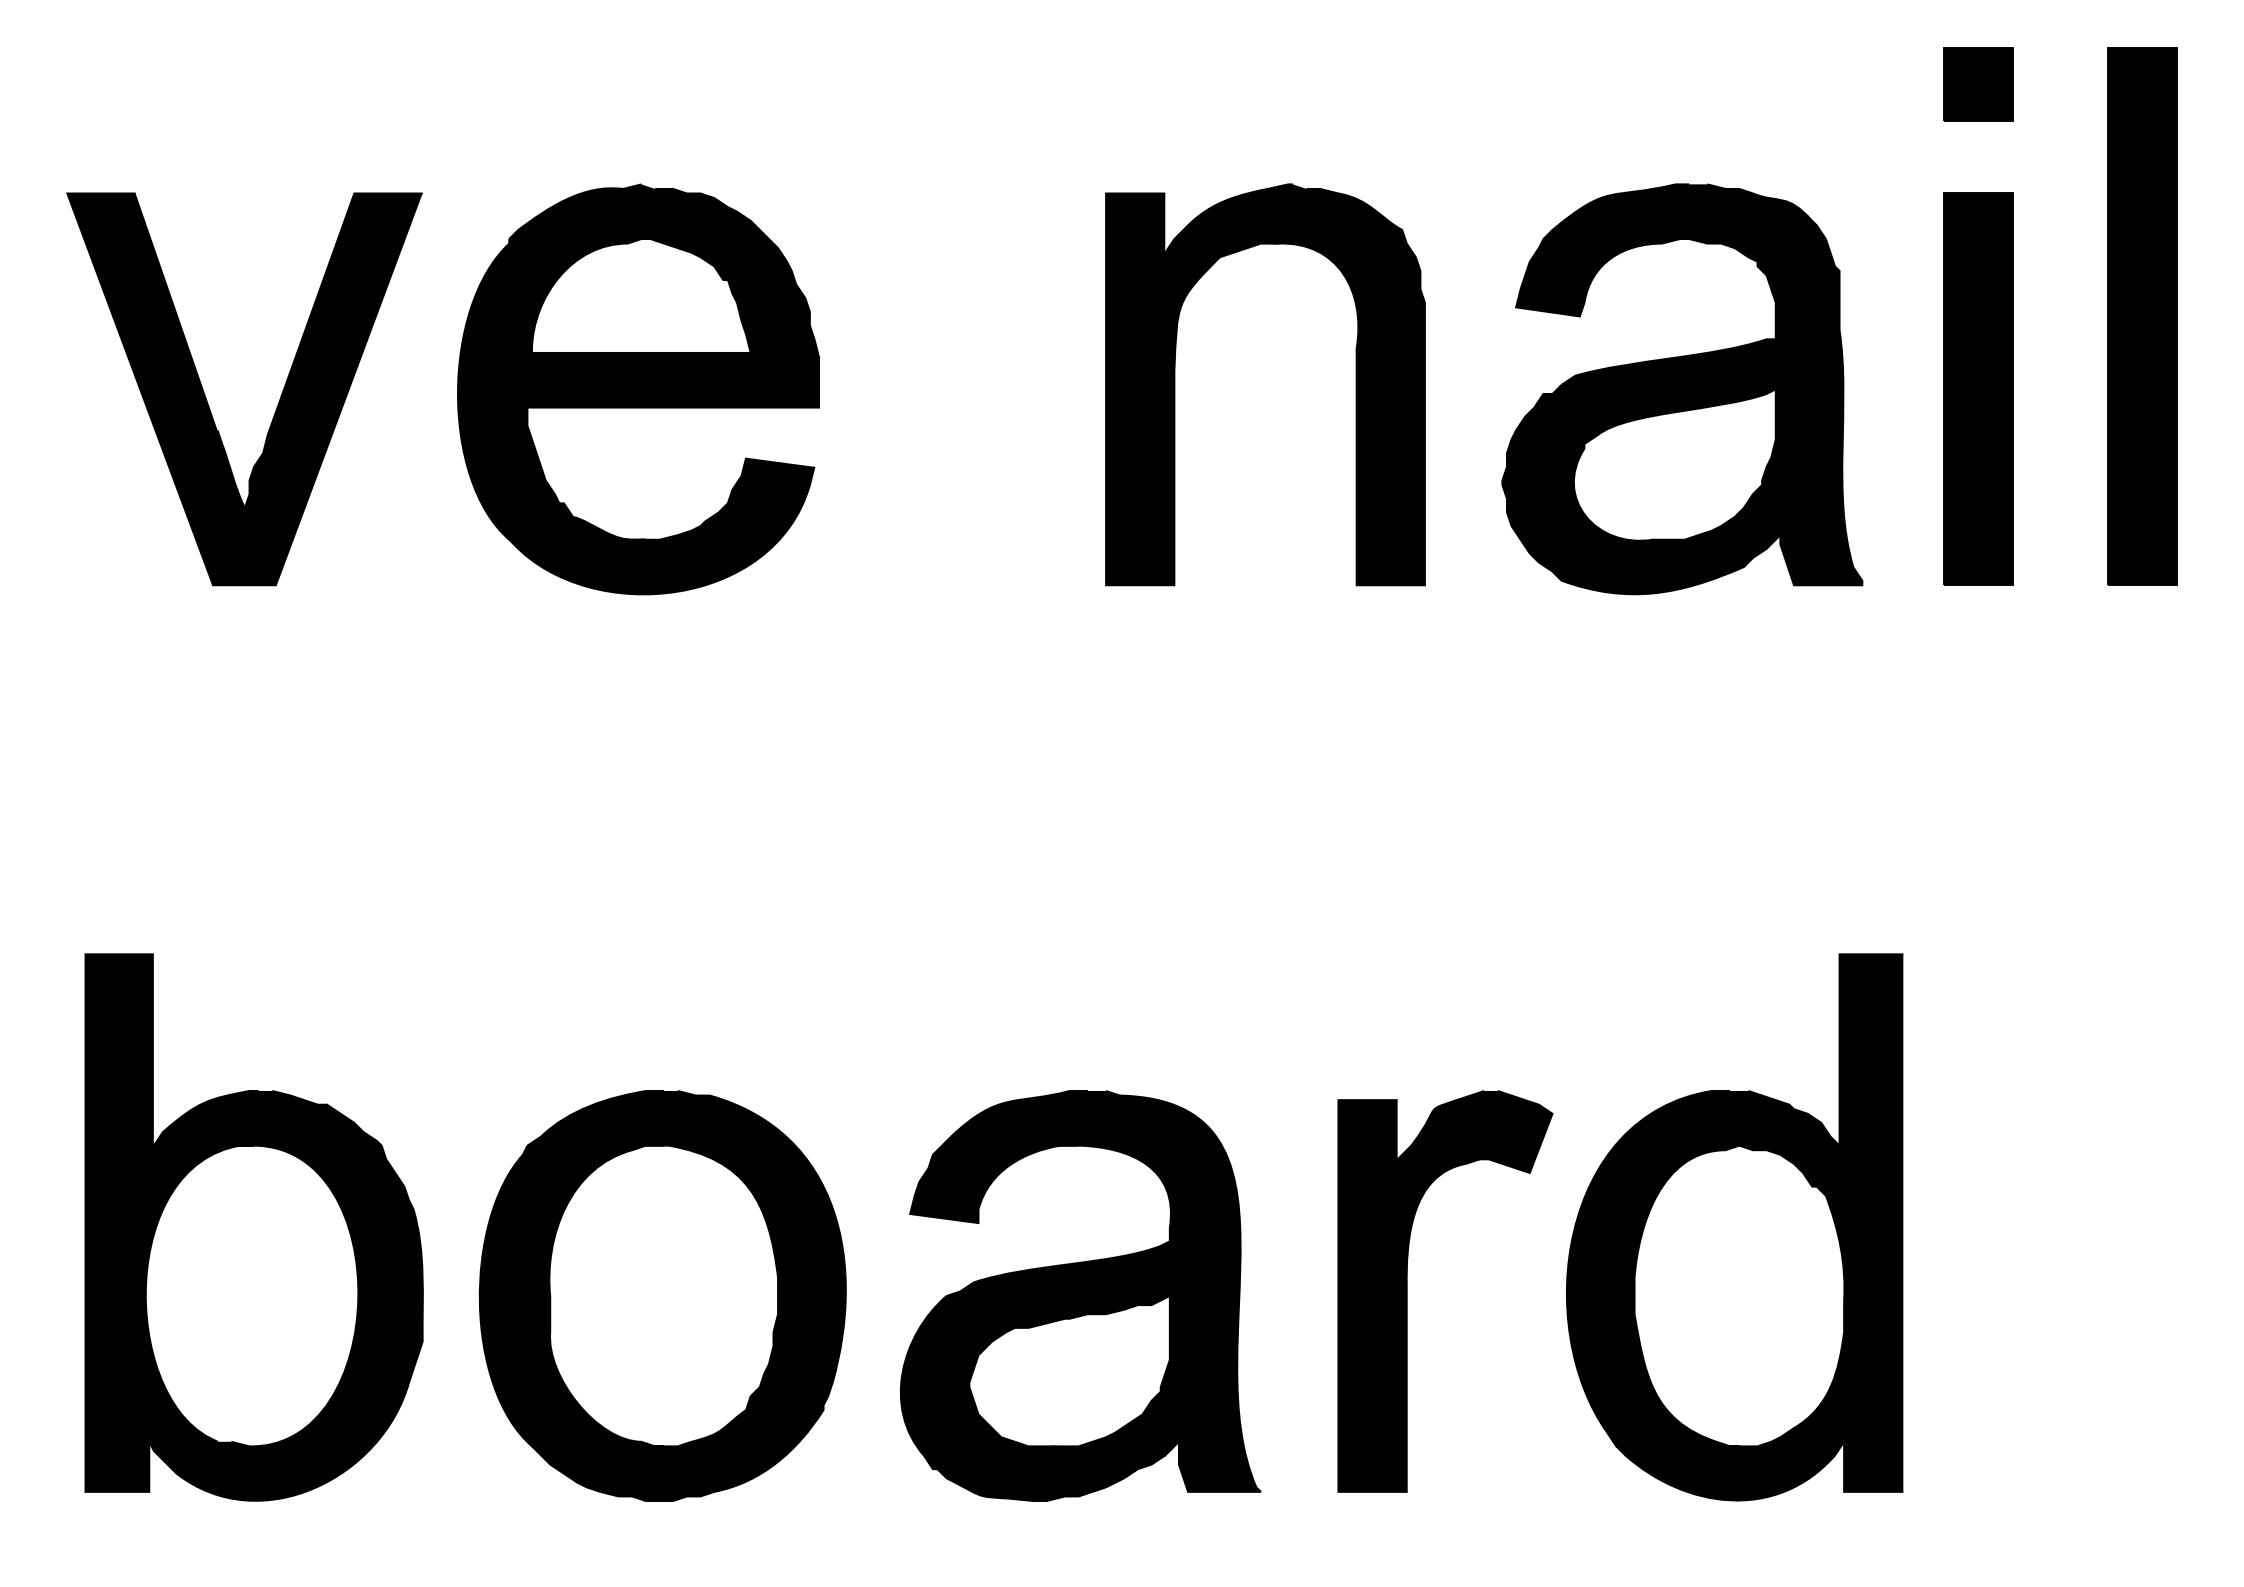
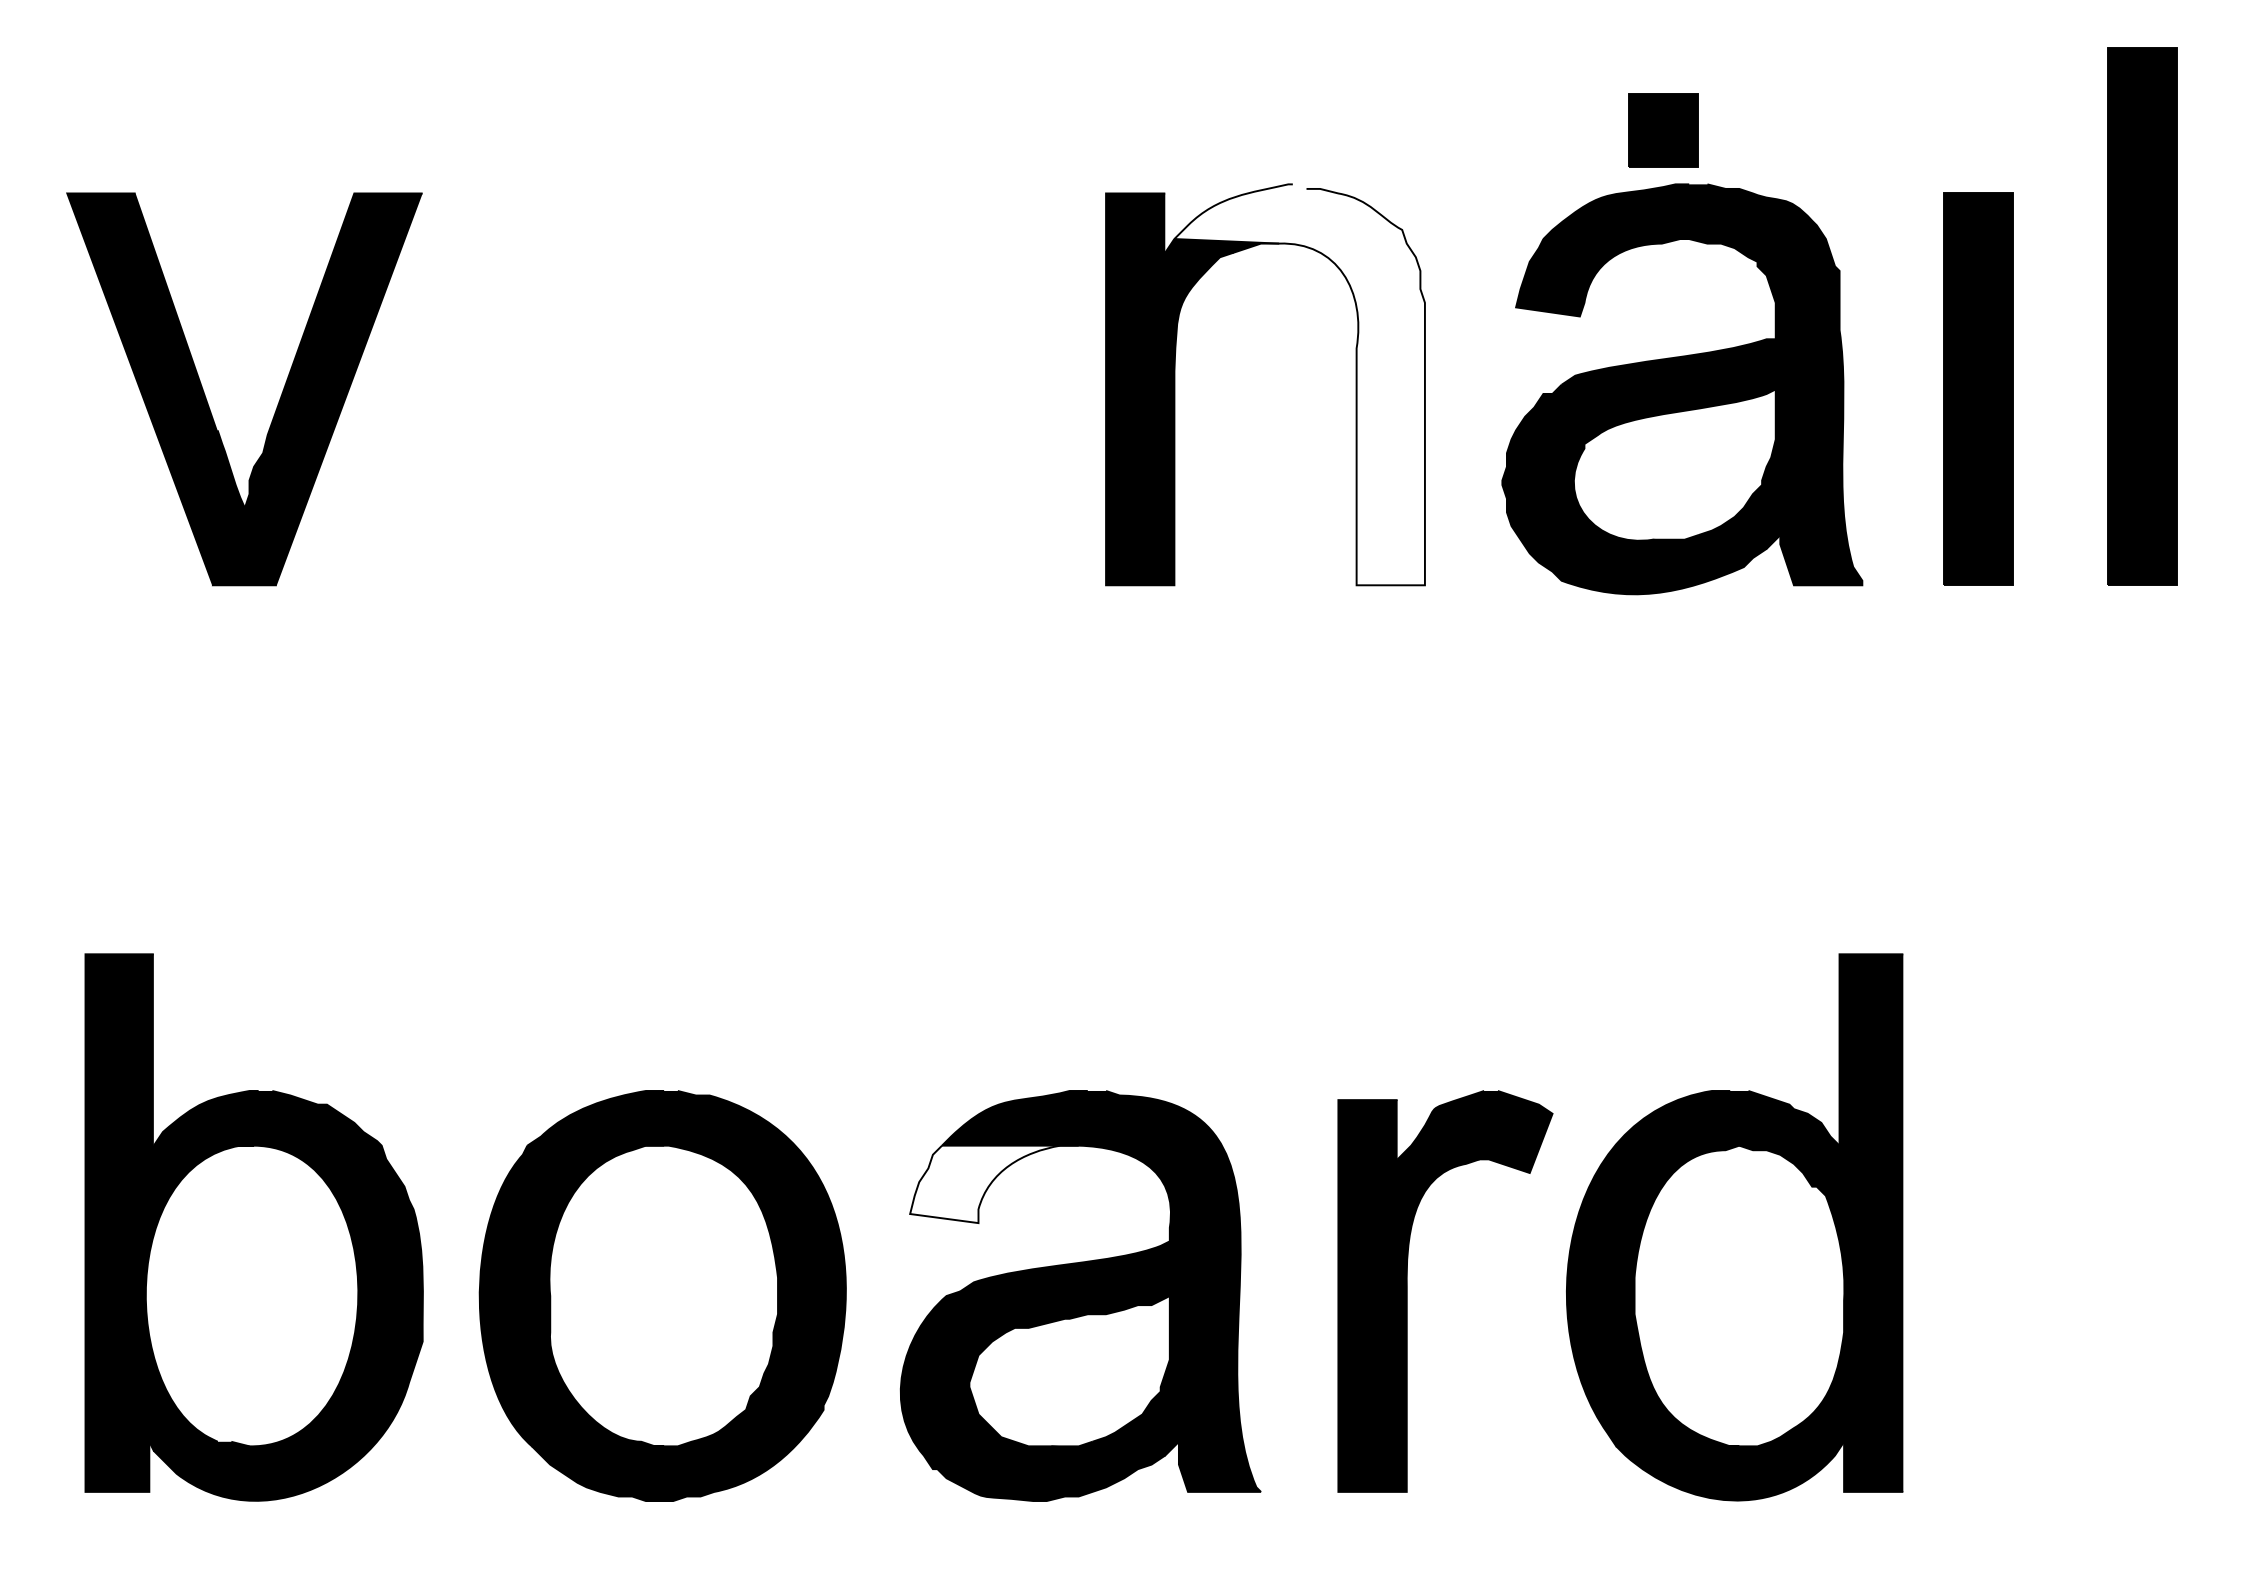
part at (1978, 84) position: (1978, 84) -> (1663, 130)
fill at (1299, 384): present -> none
part at (638, 389): present -> none
fill at (994, 1184): present -> none
